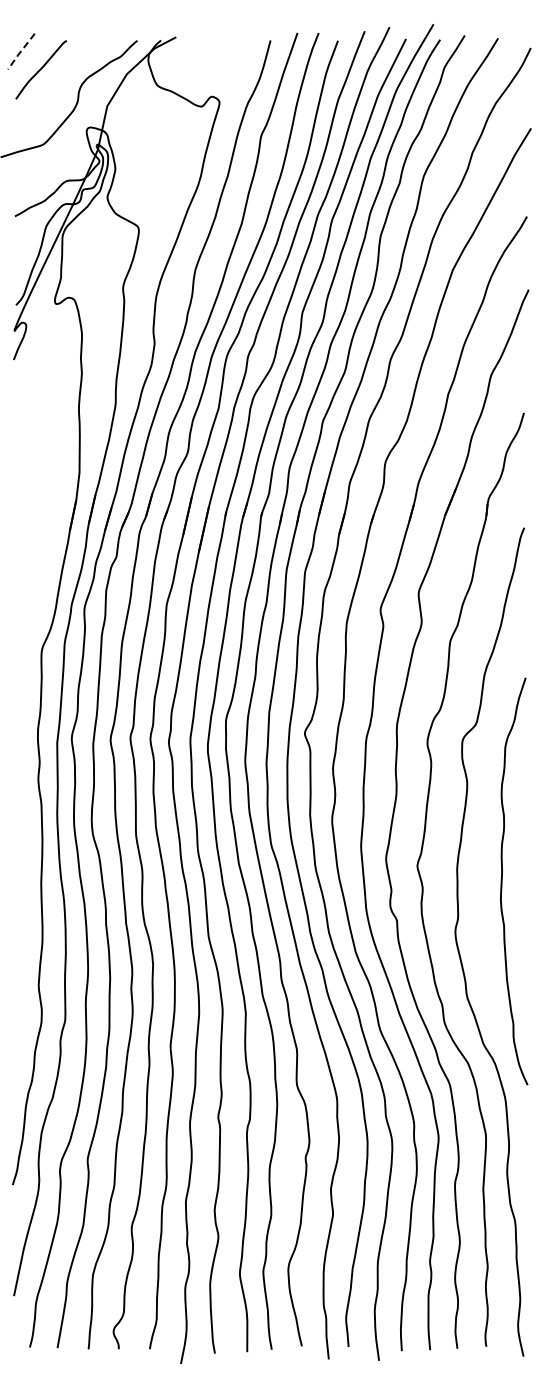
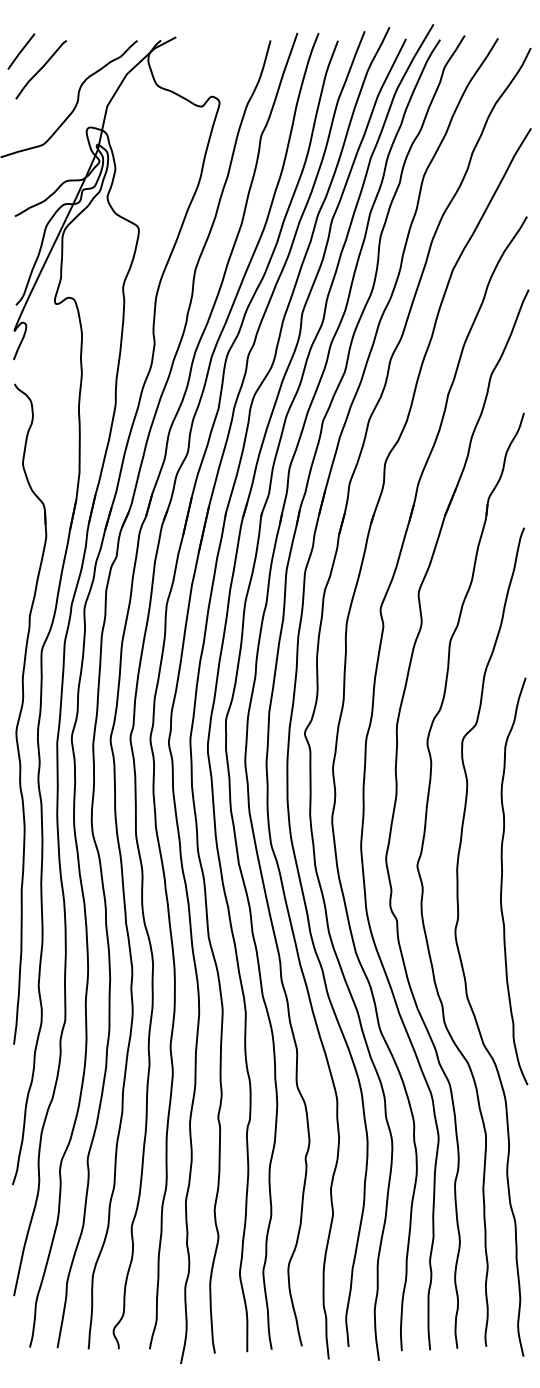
line at (20, 51): dashed -> solid
part at (22, 709): none -> present
